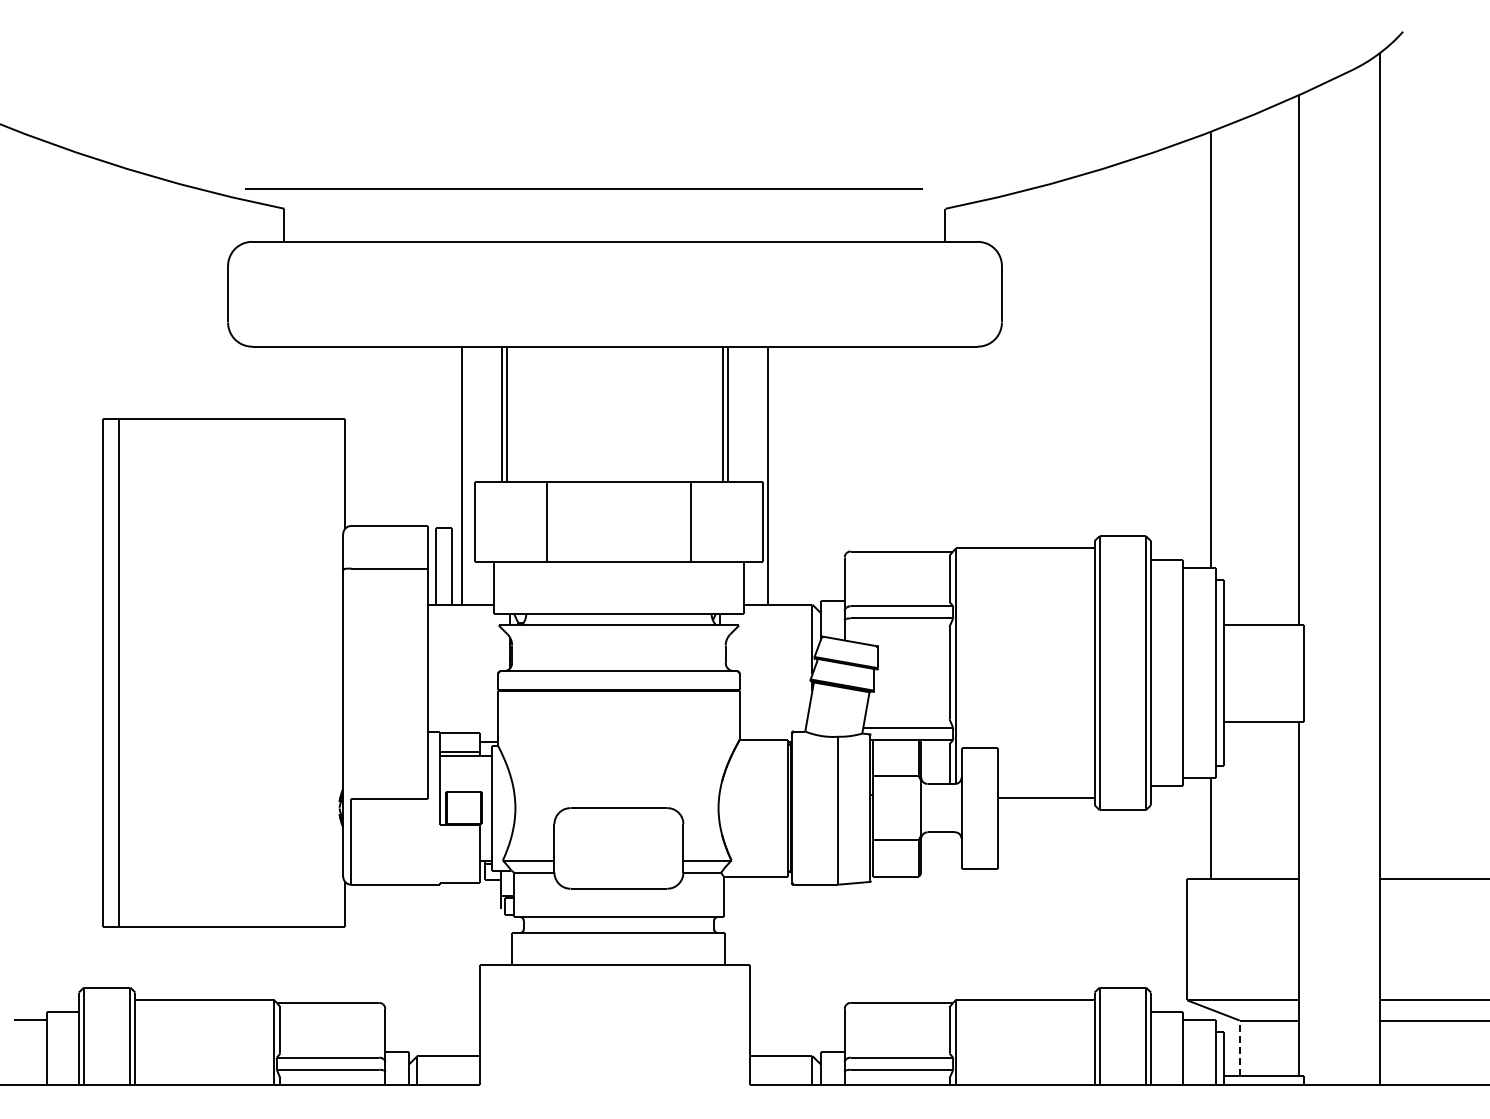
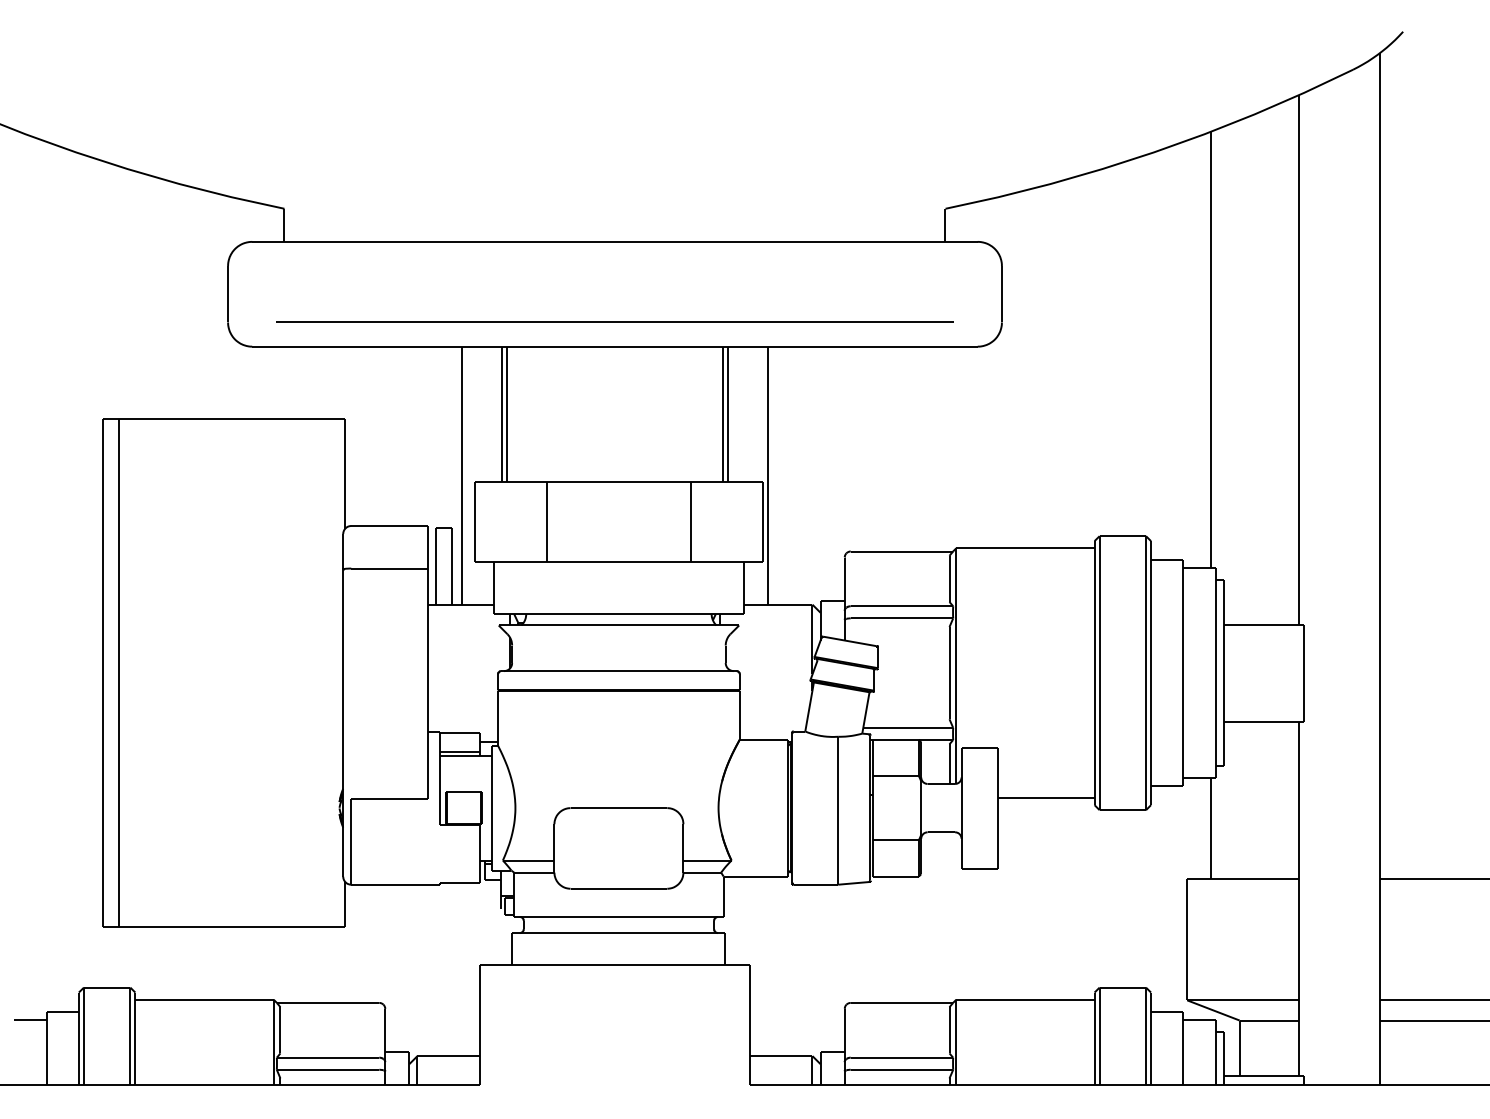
line at (583, 188) position: (583, 188) -> (614, 321)
line at (1239, 1048): dashed -> solid
